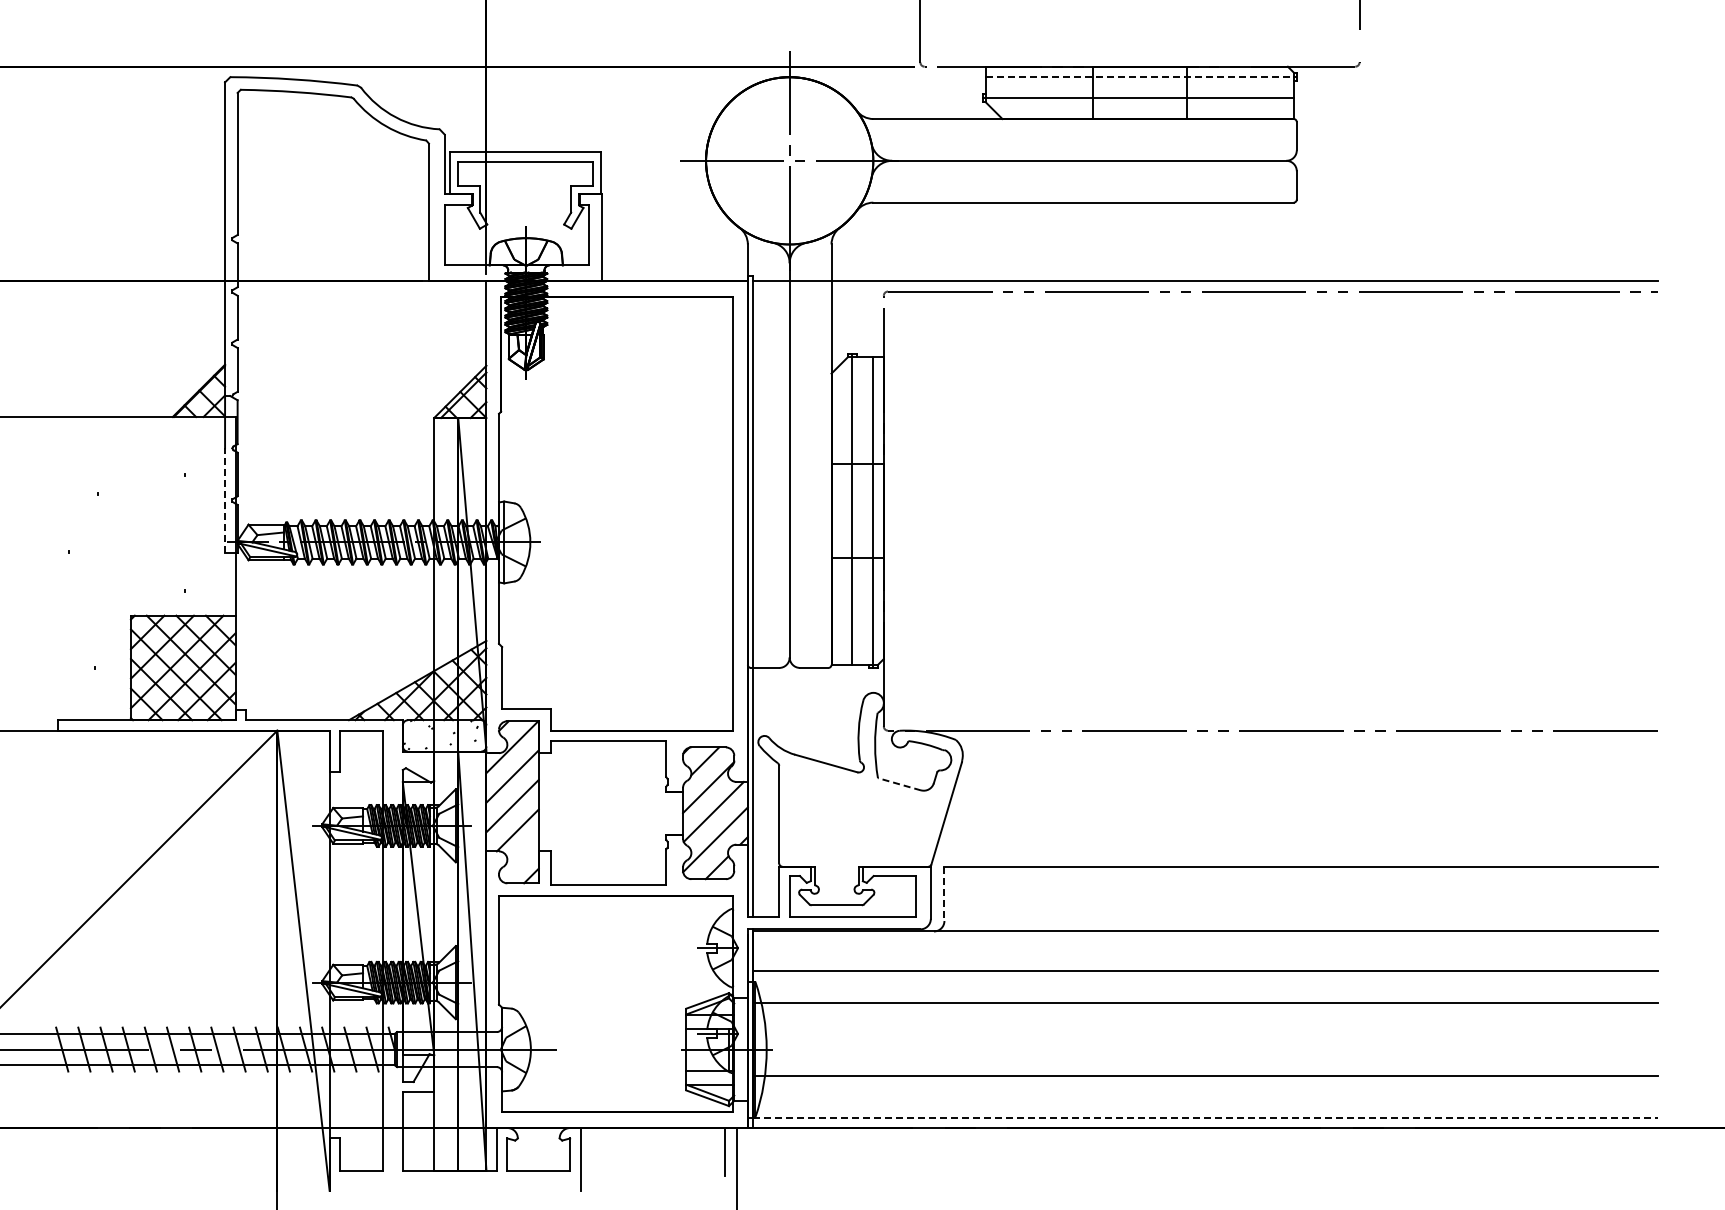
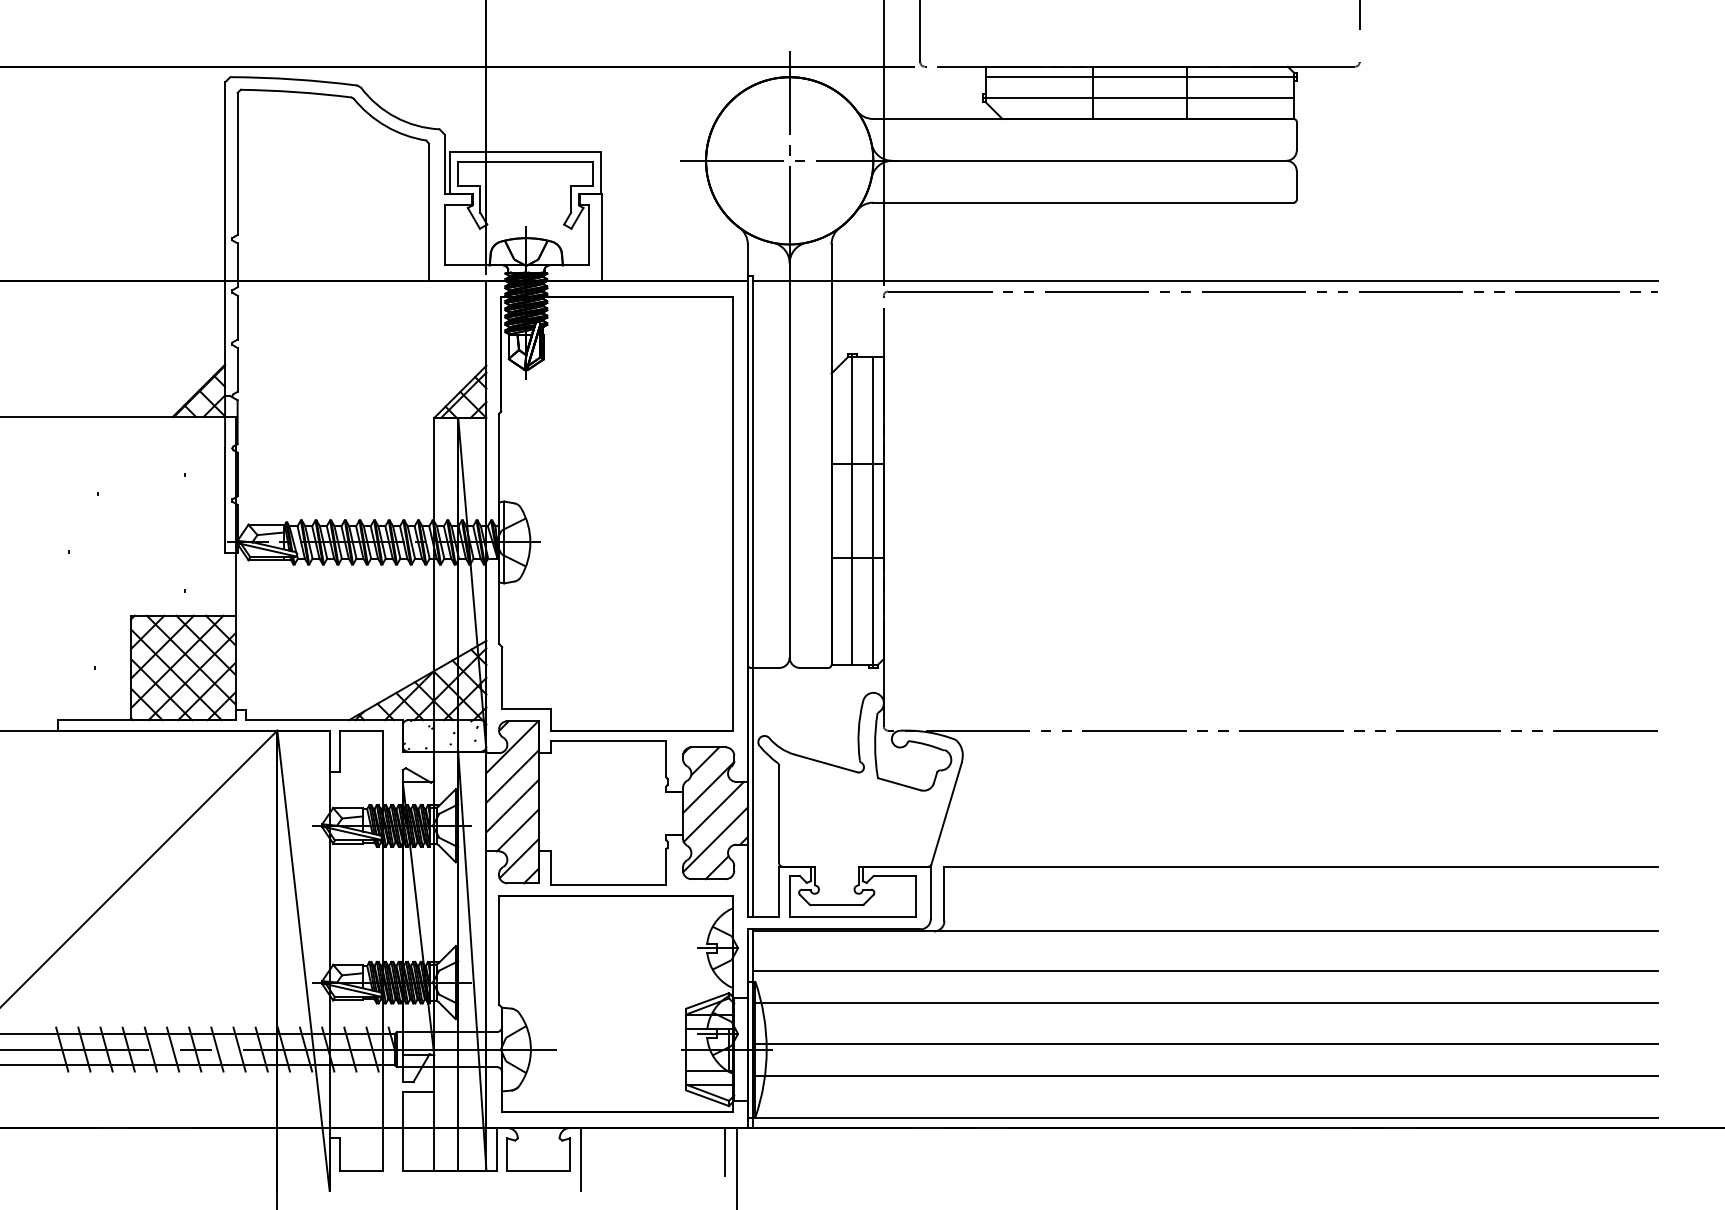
line at (1141, 77): dashed -> solid
line at (883, 143): none -> present
line at (225, 500): dashed -> solid
line at (899, 784): dashed -> solid
line at (518, 858): none -> present
line at (944, 894): dashed -> solid
line at (1205, 1044): none -> present
line at (1205, 1117): dashed -> solid
